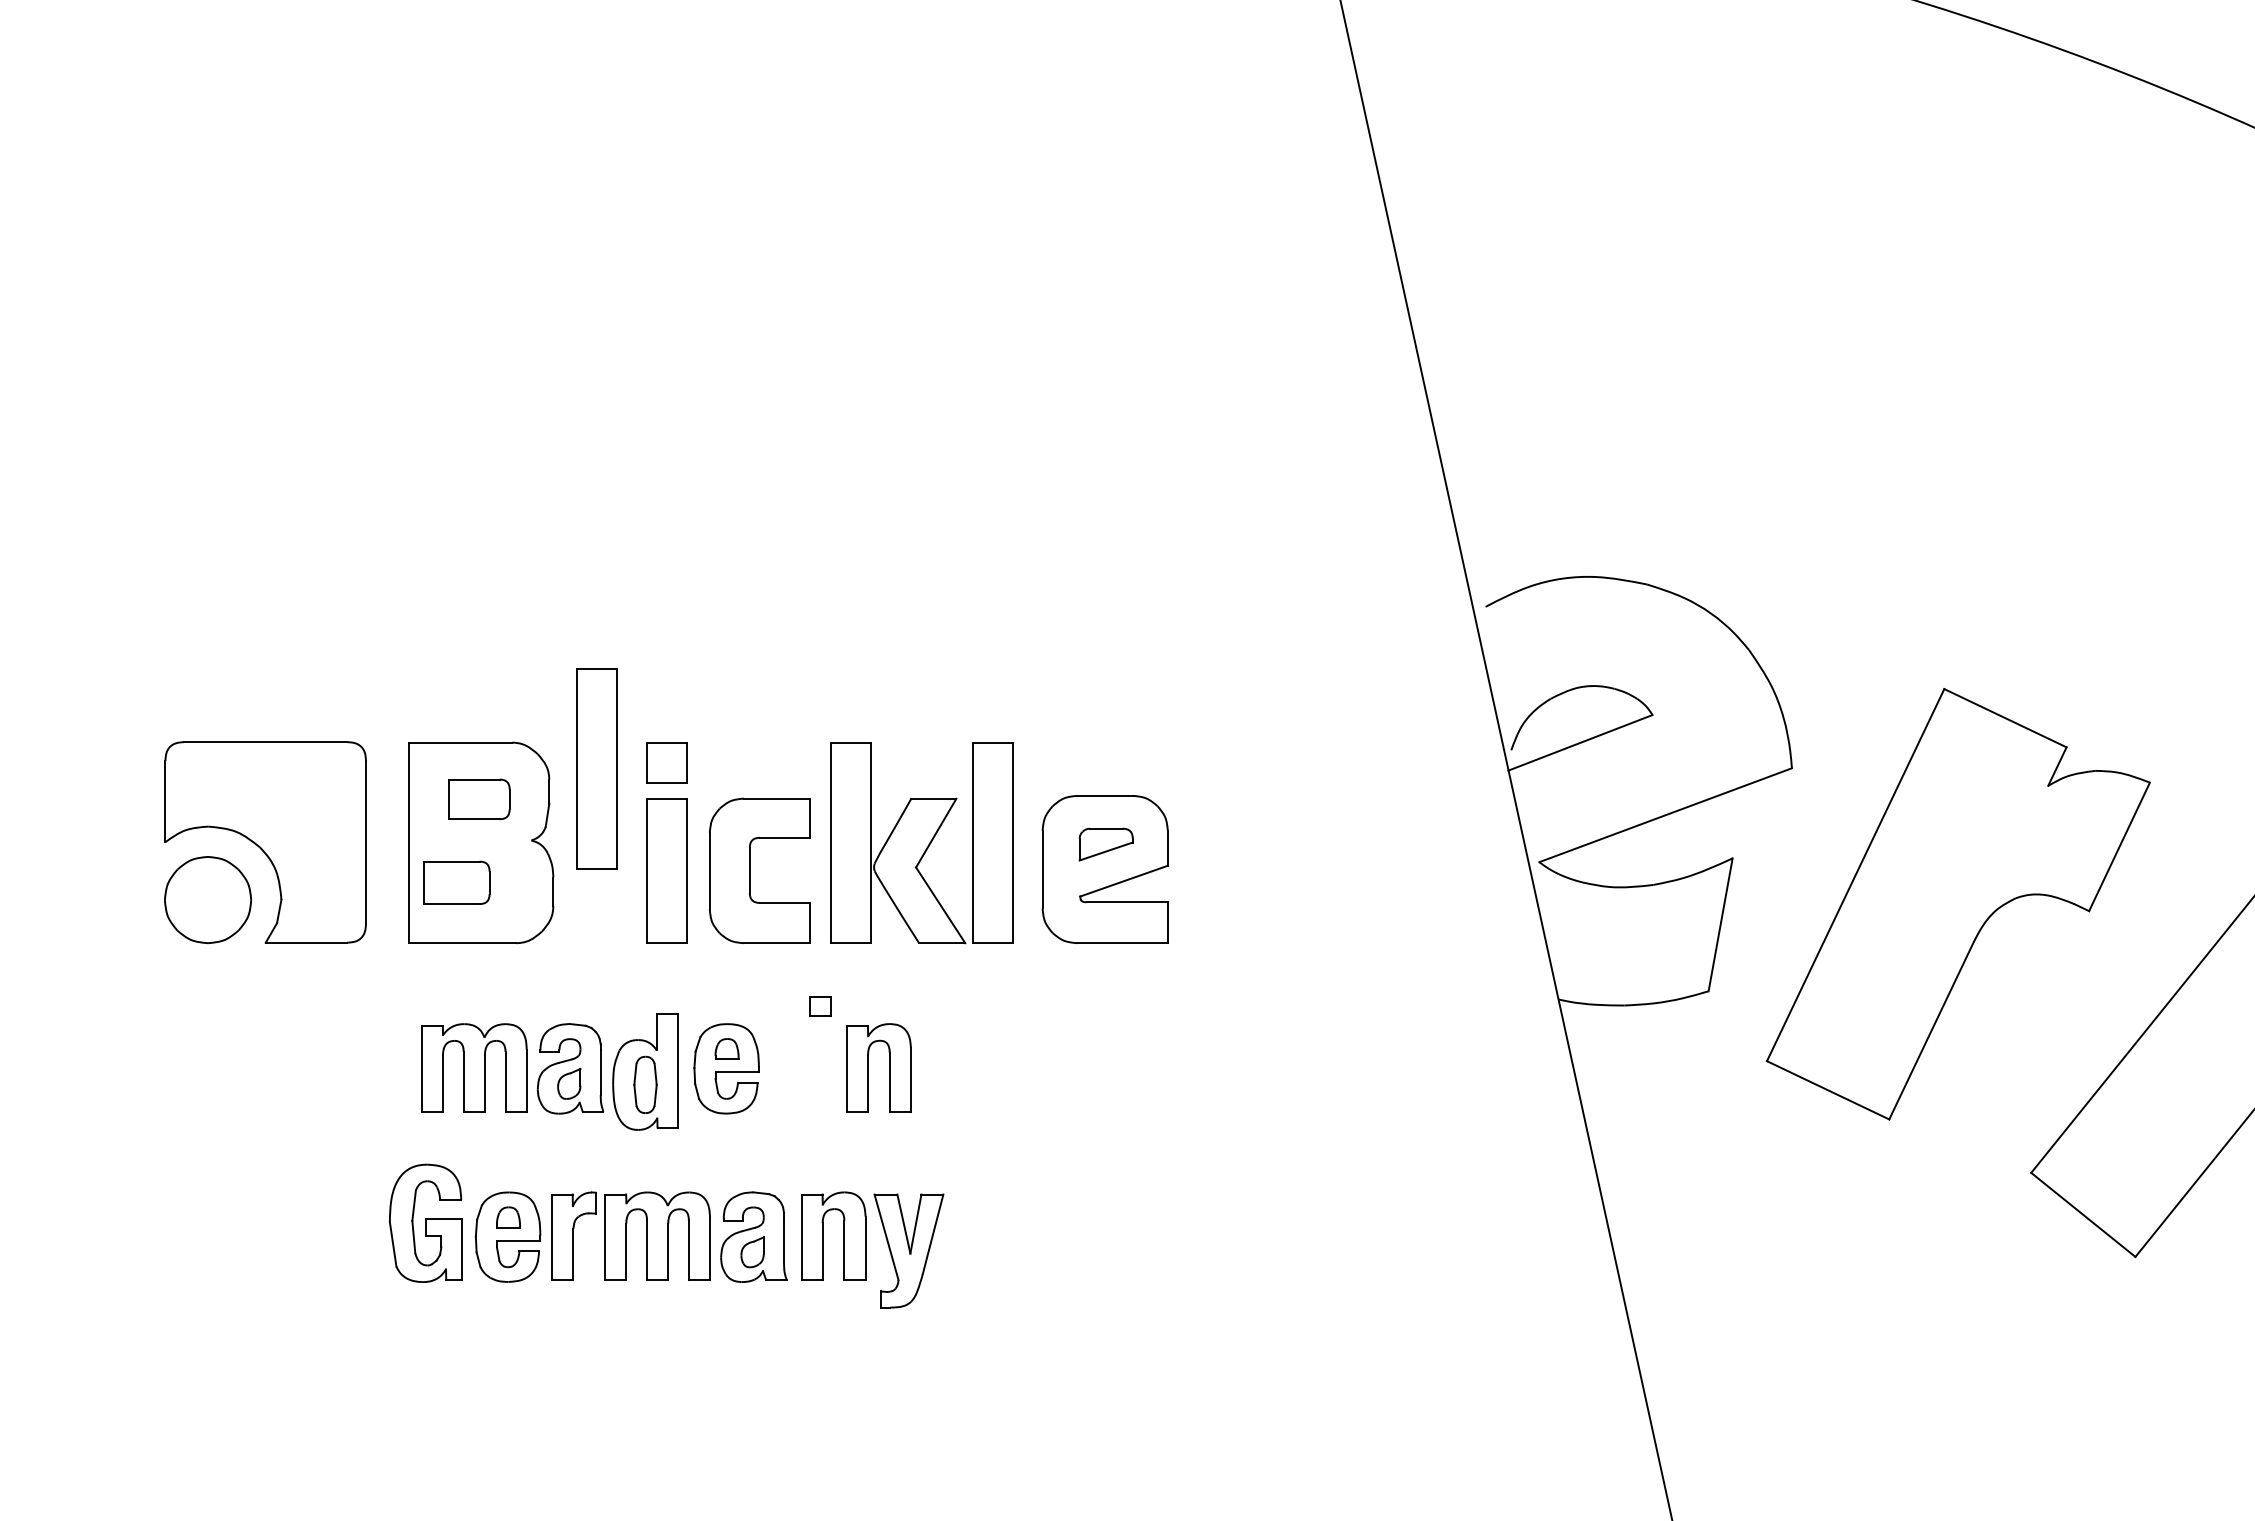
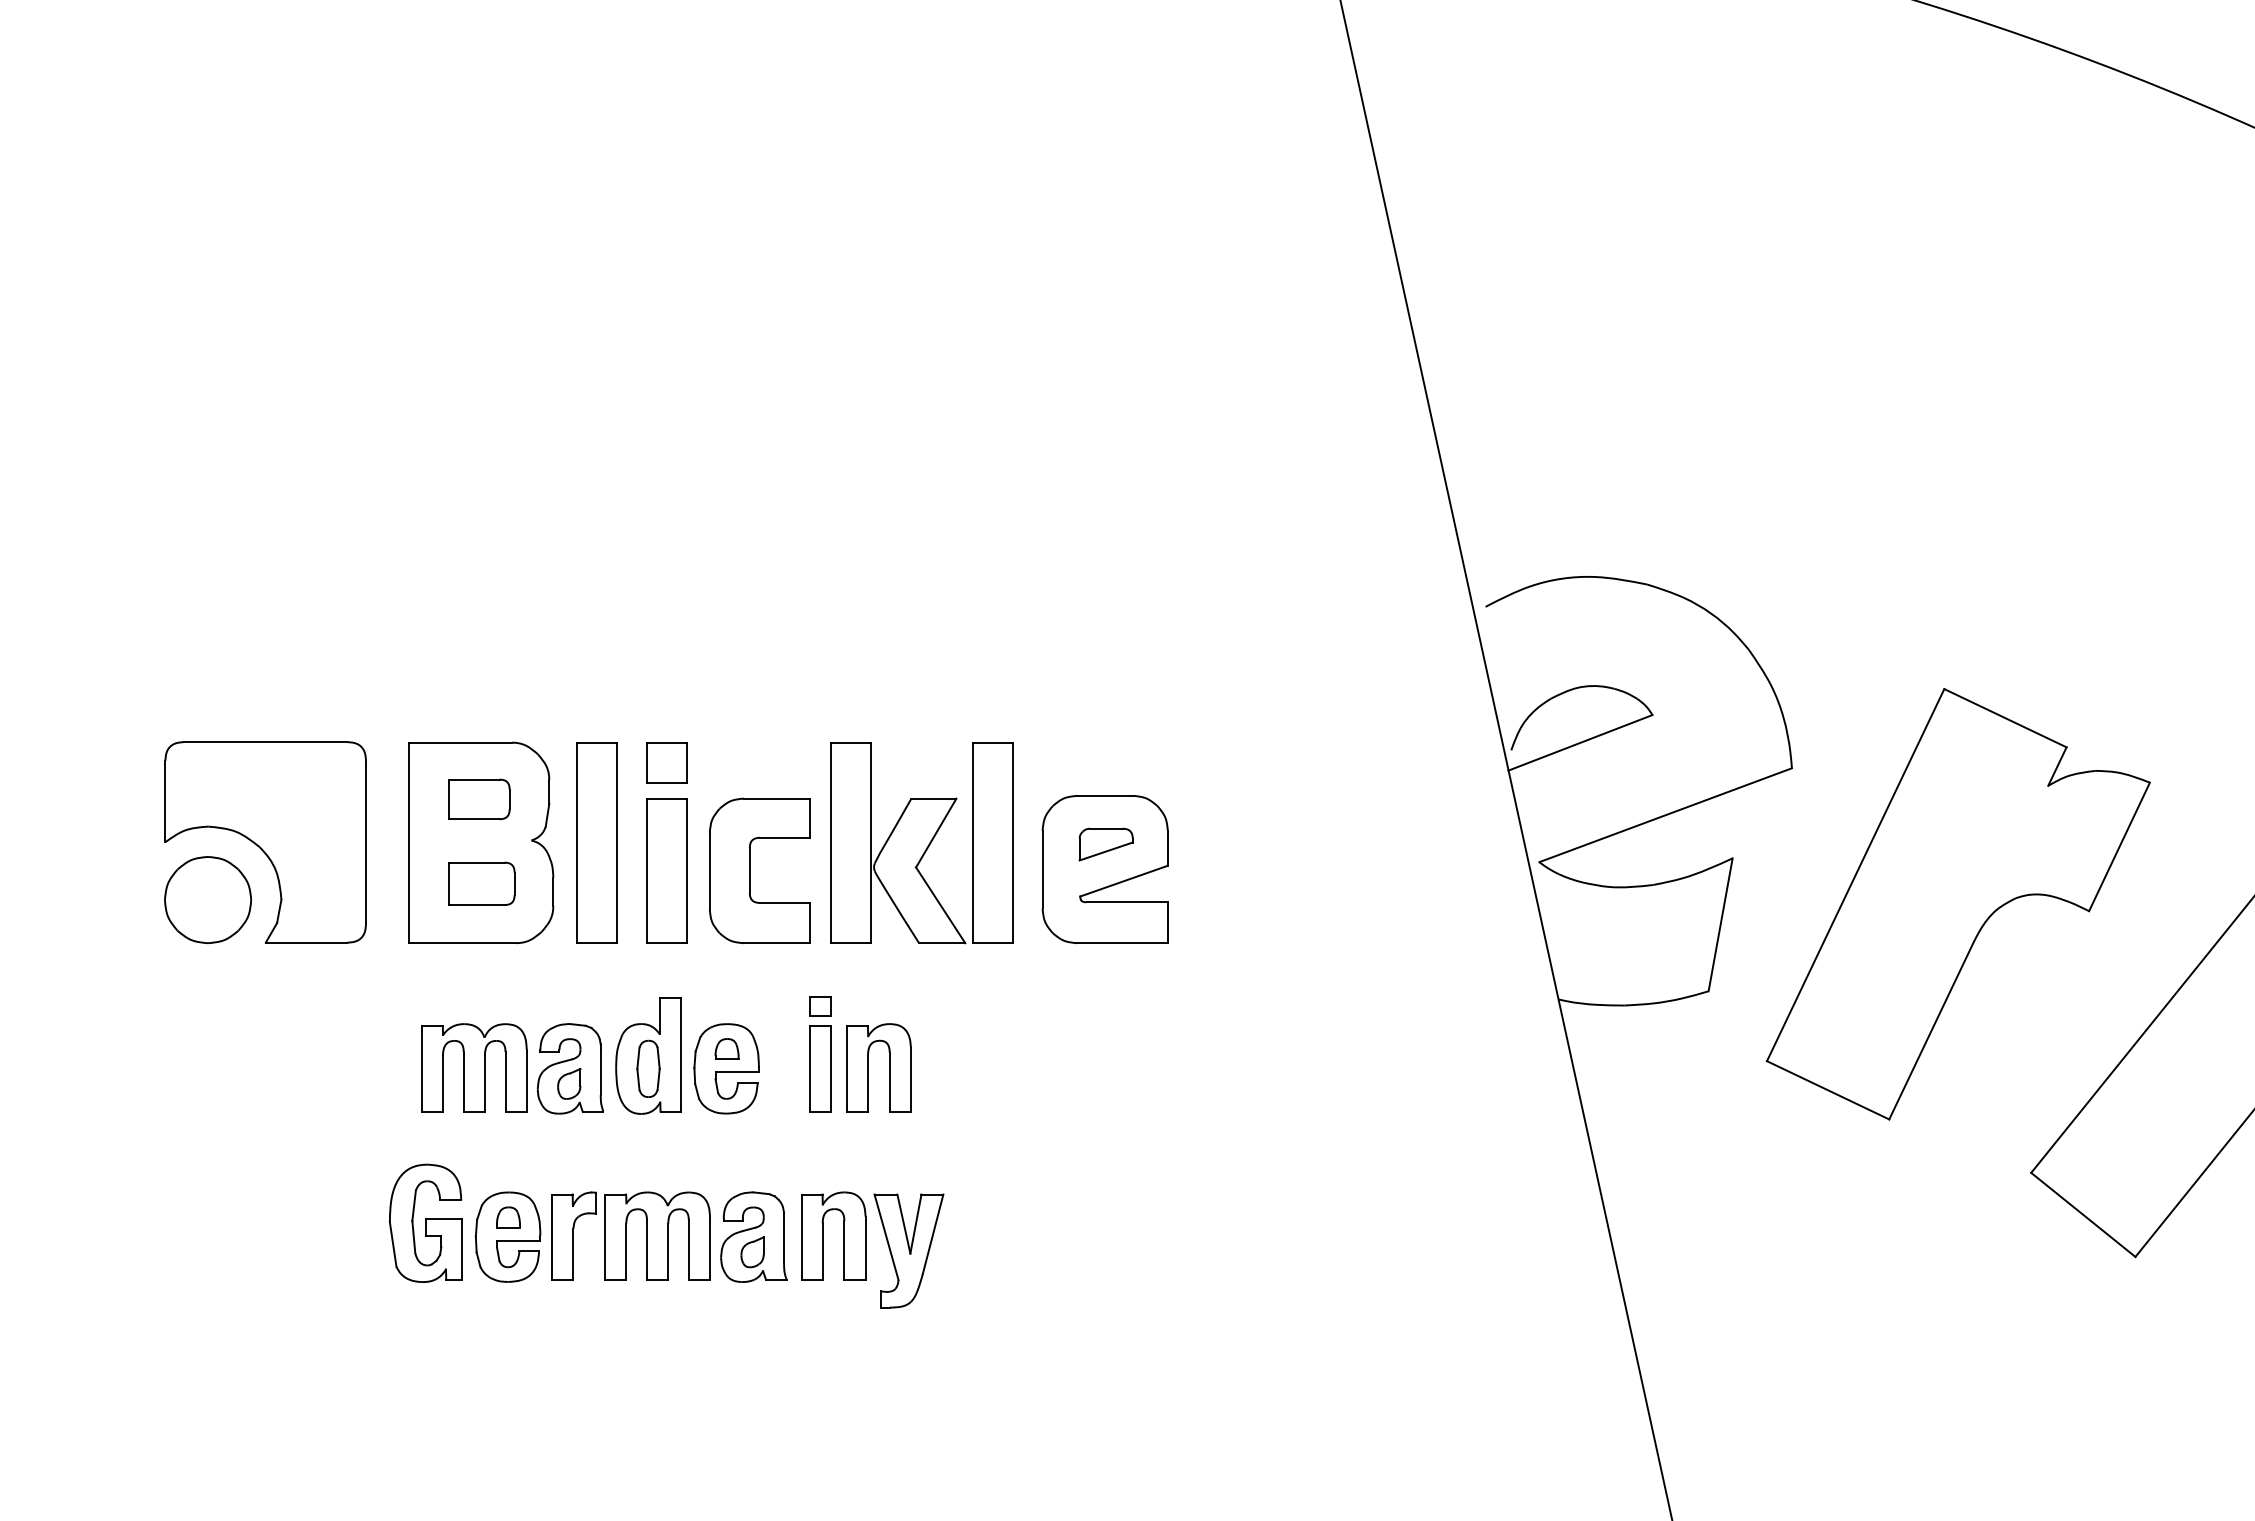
part at (596, 768) position: (596, 768) -> (596, 842)
part at (456, 882) position: (456, 882) -> (481, 883)
part at (820, 1068): none -> present
part at (645, 1071) position: (645, 1071) -> (648, 1055)
